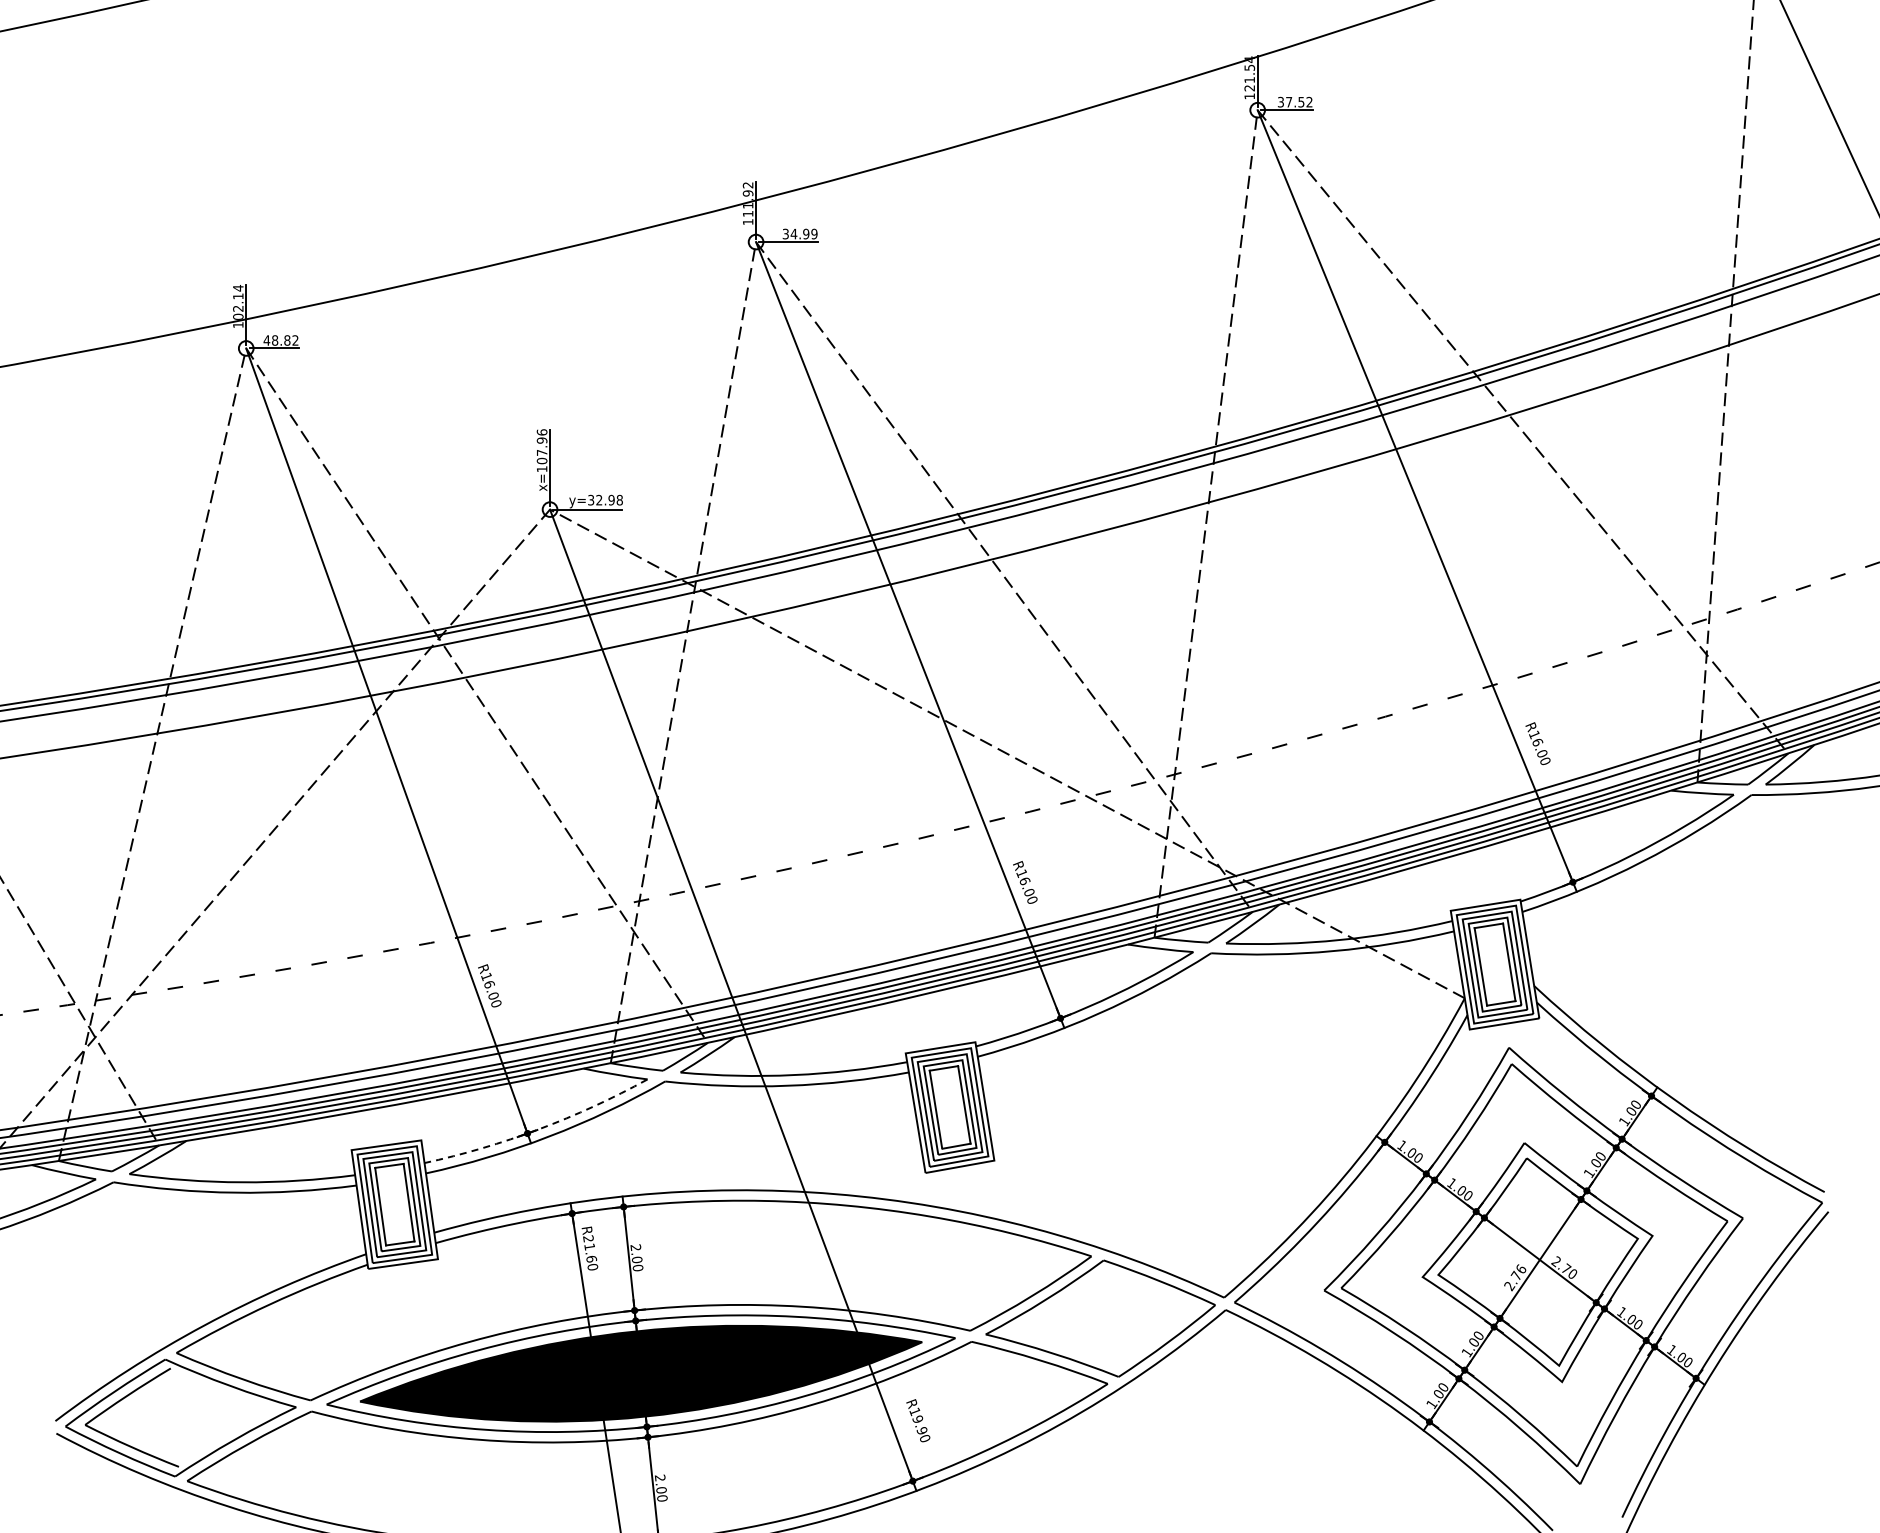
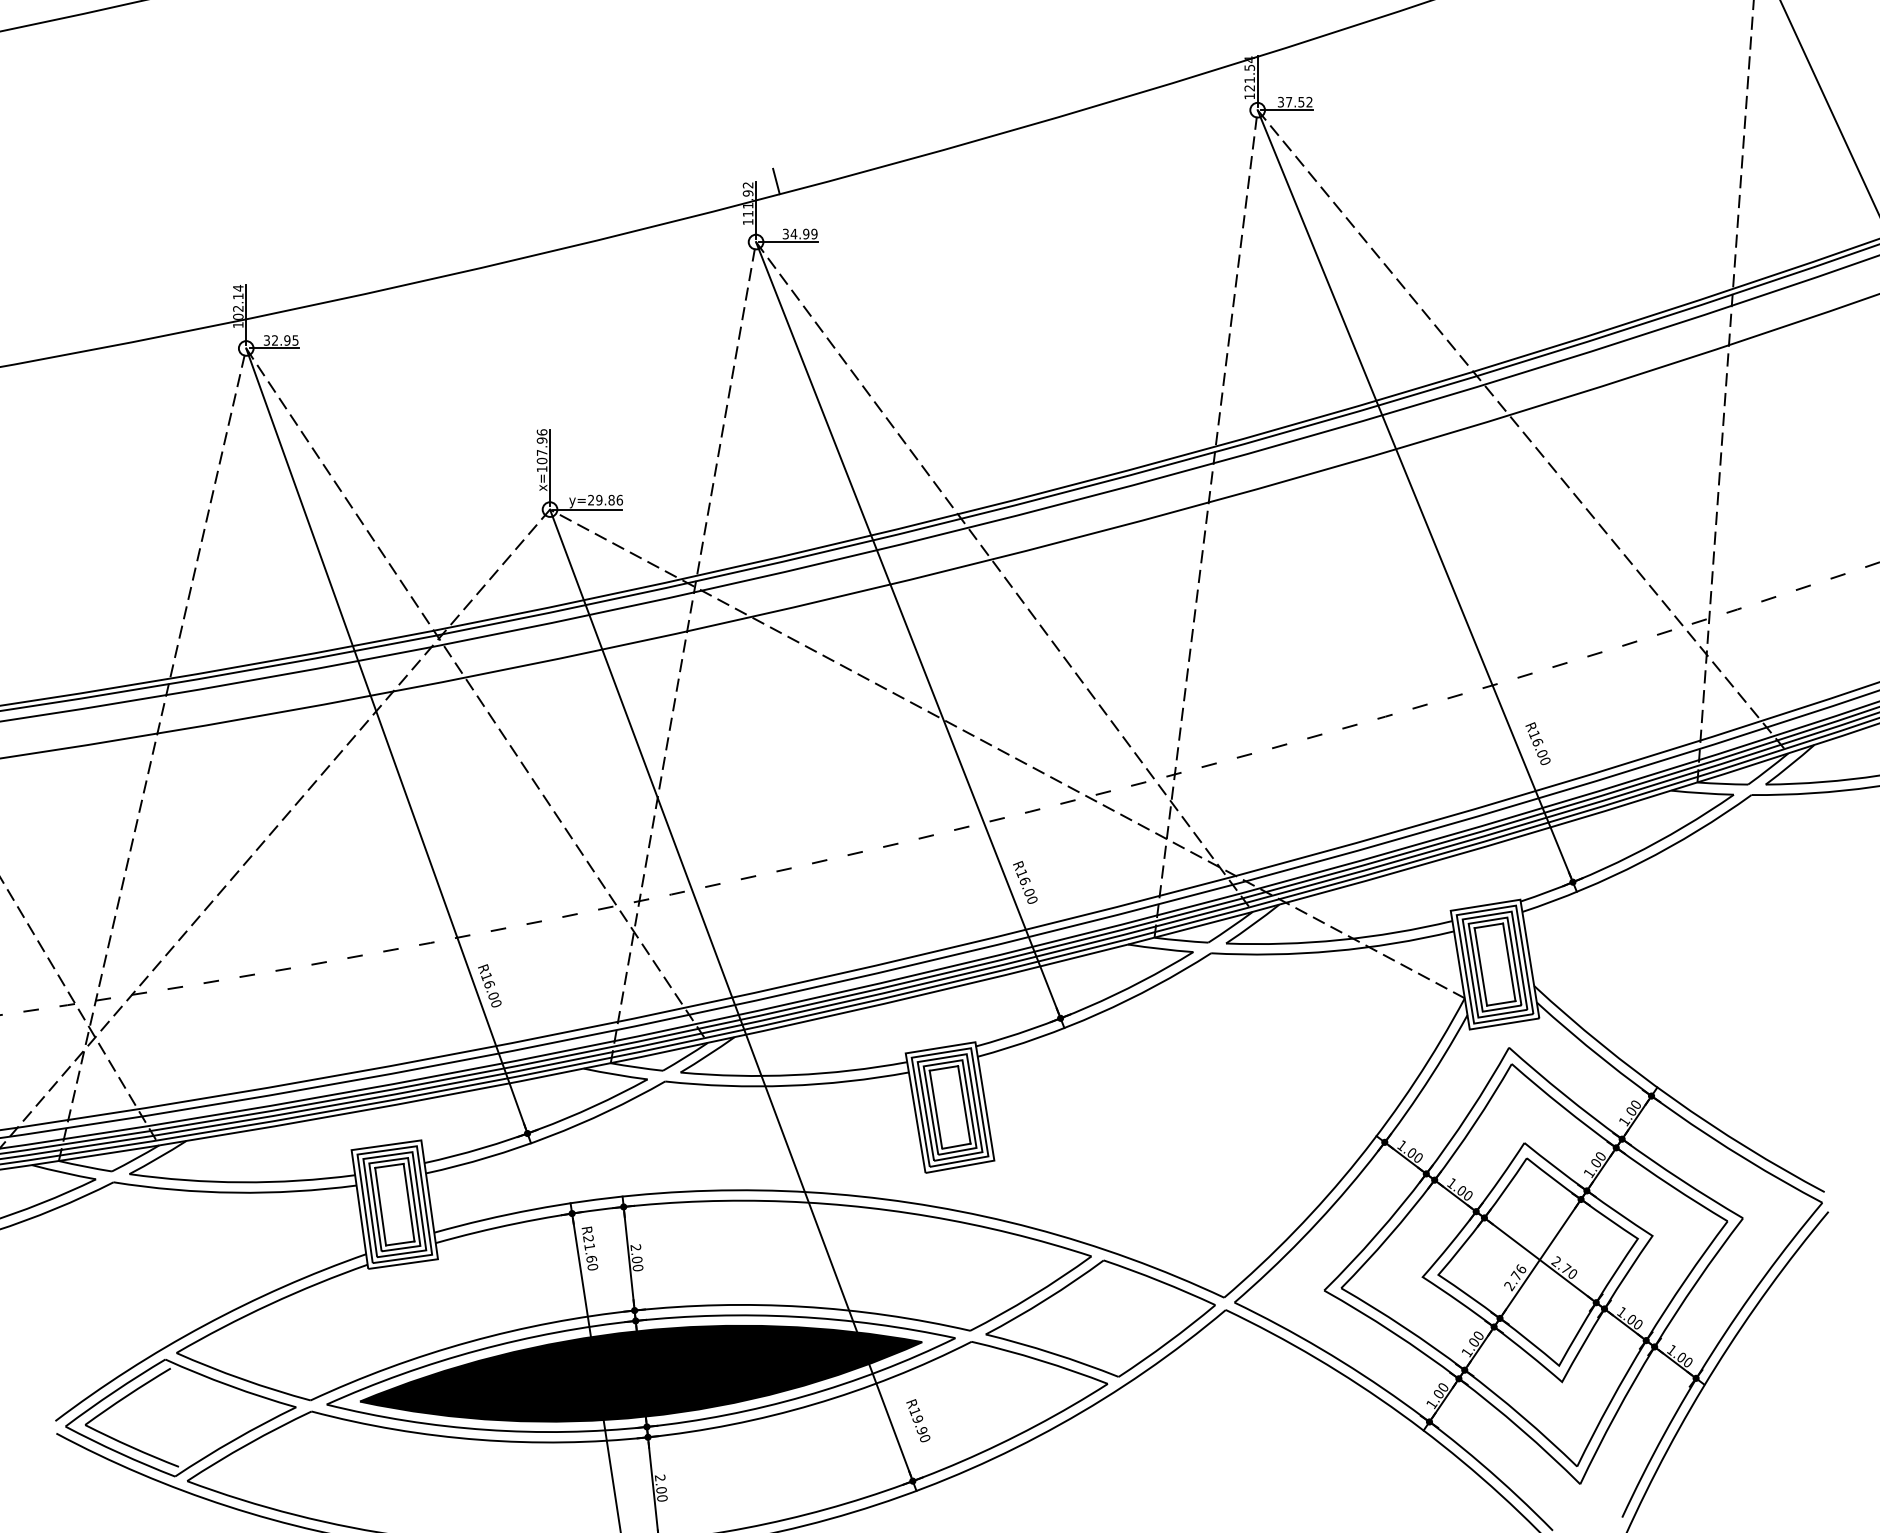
line at (776, 181): none -> present
text at (280, 340): 48.82 -> 32.95
text at (605, 500): y=32.98 -> y=29.86
arc at (538, 1129): dashed -> solid
